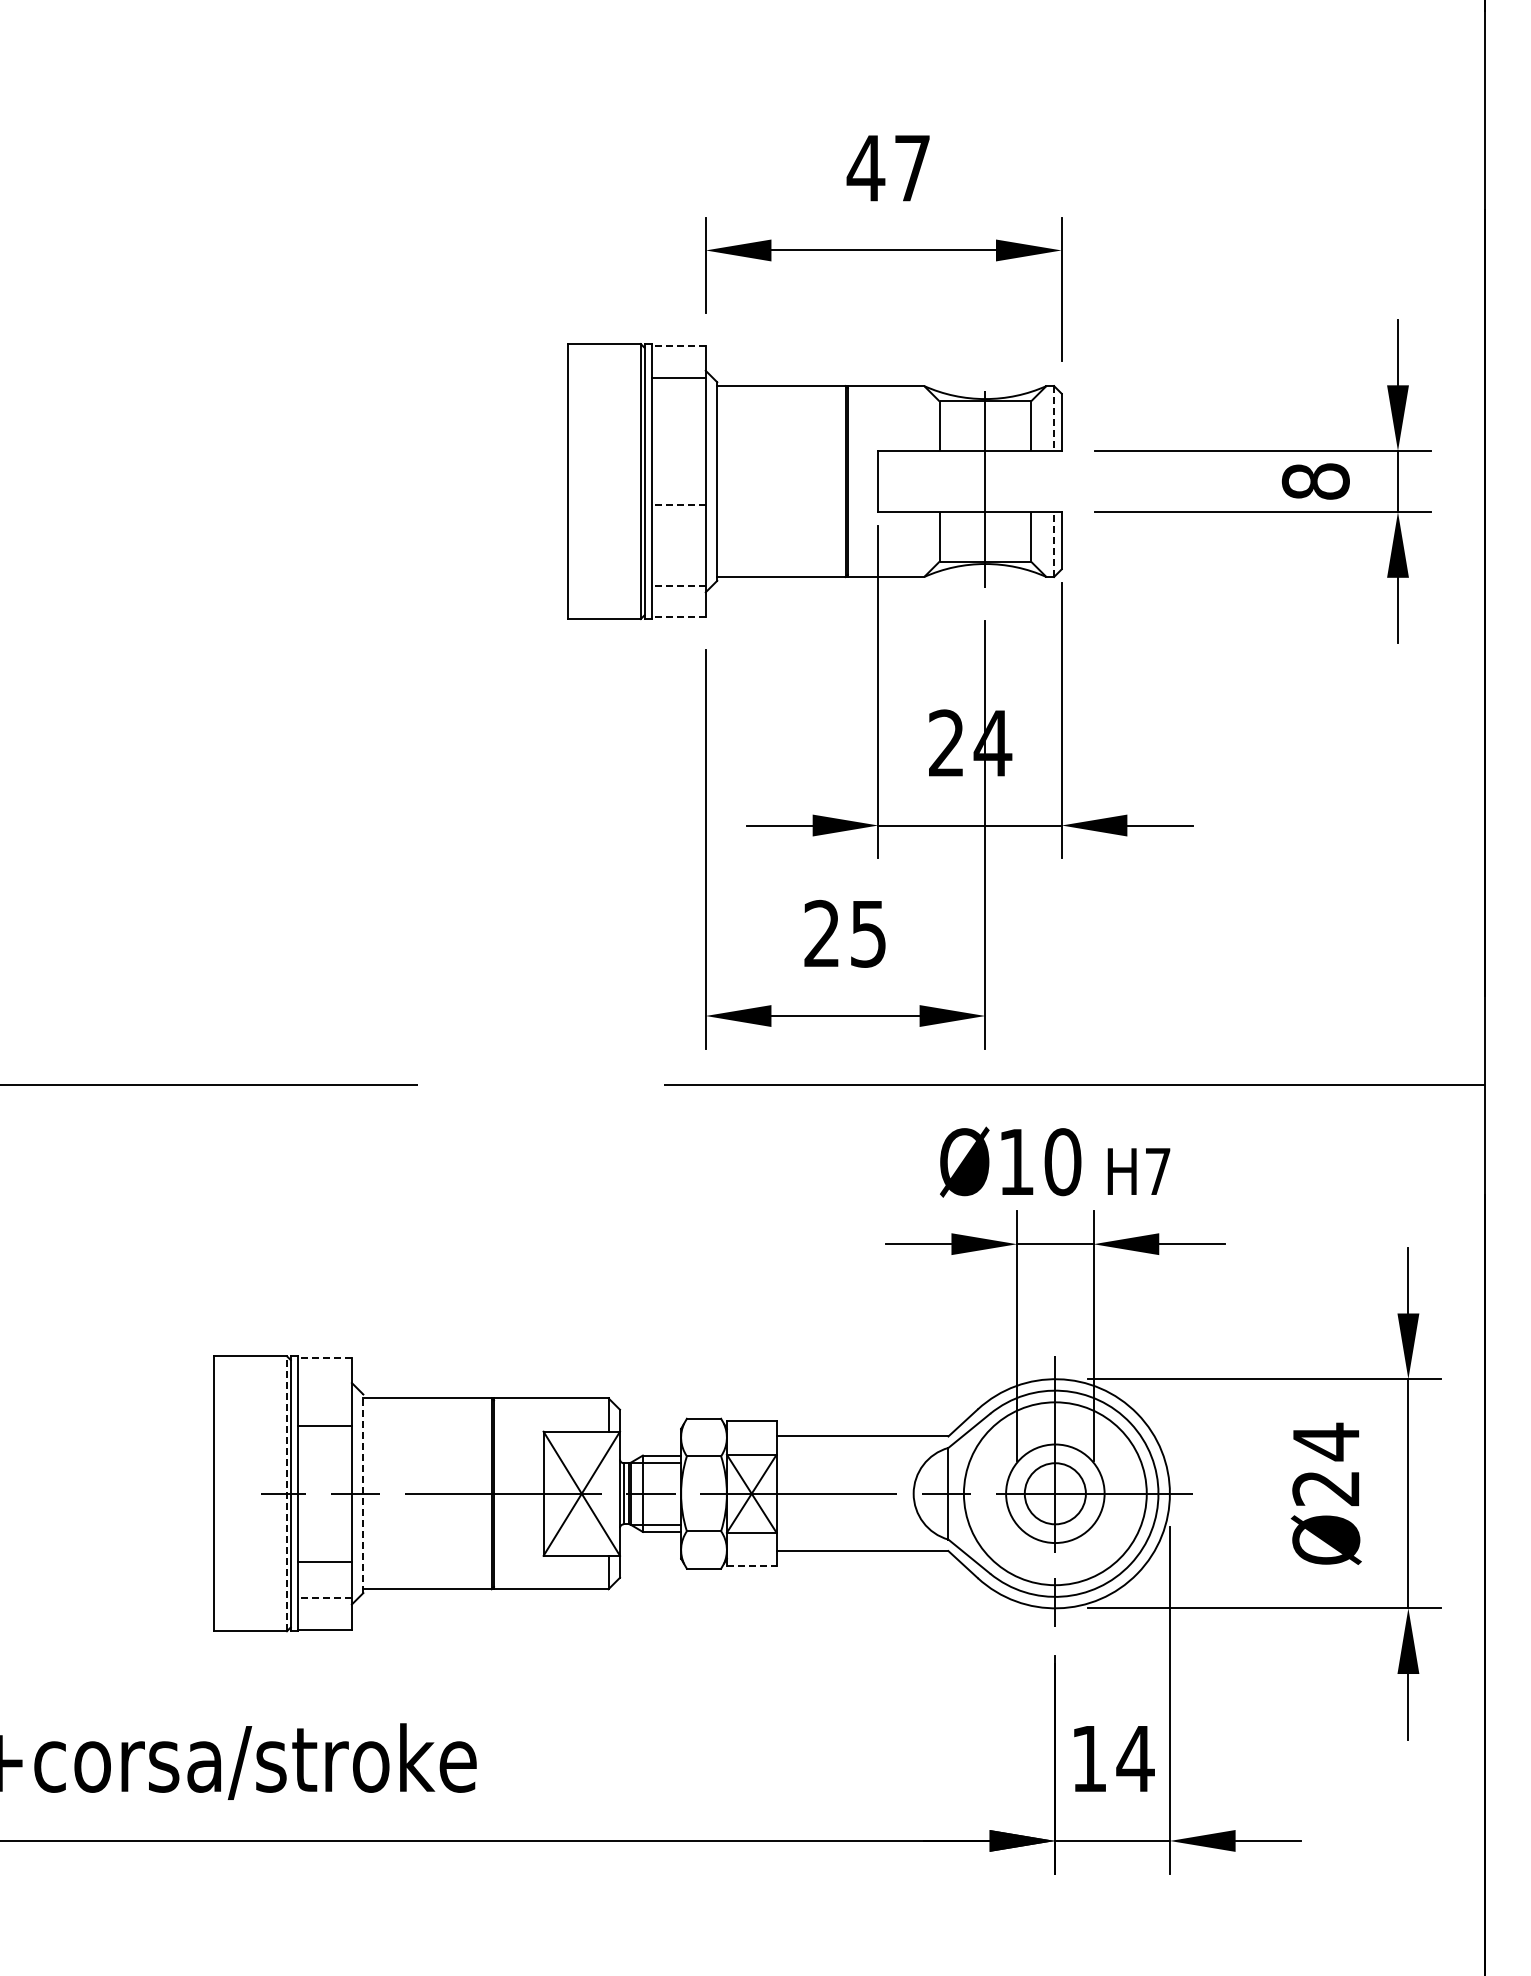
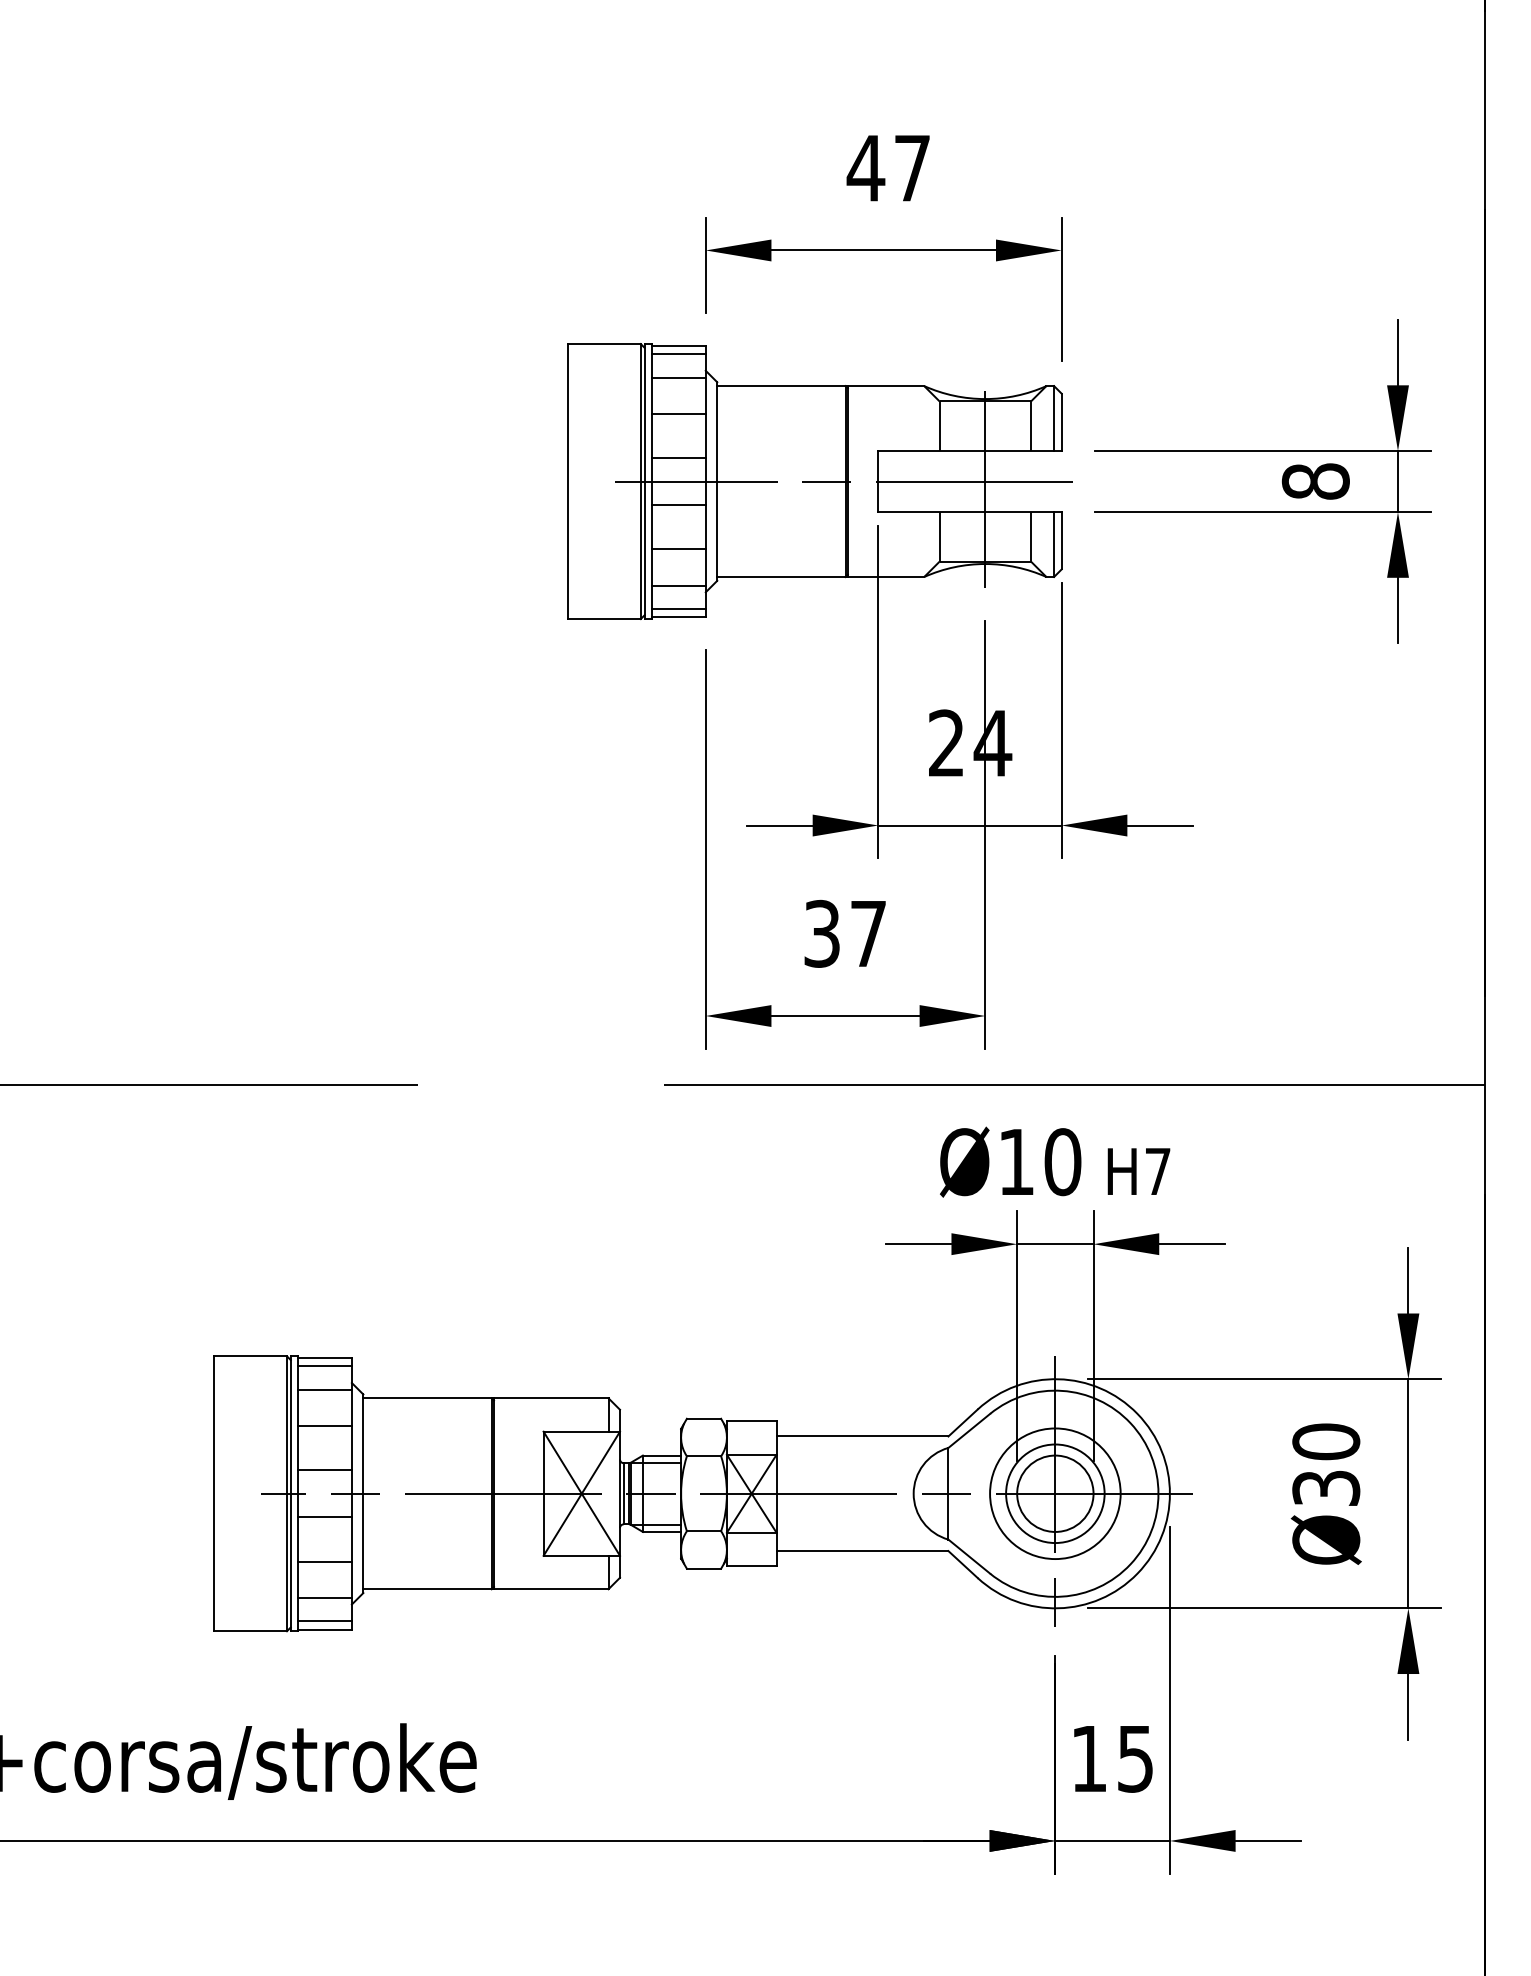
line at (679, 345): dashed -> solid
line at (678, 354): none -> present
line at (678, 413): none -> present
line at (1054, 419): dashed -> solid
line at (678, 457): none -> present
line at (843, 481): none -> present
line at (679, 505): dashed -> solid
line at (1054, 544): dashed -> solid
line at (678, 549): none -> present
line at (679, 585): dashed -> solid
line at (678, 609): none -> present
line at (679, 617): dashed -> solid
text at (844, 933): 25 -> 37
line at (325, 1358): dashed -> solid
line at (324, 1366): none -> present
line at (324, 1389): none -> present
text at (1326, 1464): Ø24 -> Ø30
line at (324, 1470): none -> present
line at (286, 1493): dashed -> solid
line at (363, 1493): dashed -> solid
circle at (1054, 1493) diameter: 183 px -> 131 px
circle at (1054, 1493) diameter: 61 px -> 76 px
line at (324, 1517): none -> present
line at (751, 1566): dashed -> solid
line at (325, 1597): dashed -> solid
line at (324, 1621): none -> present
text at (1135, 1759): 14 -> 15
